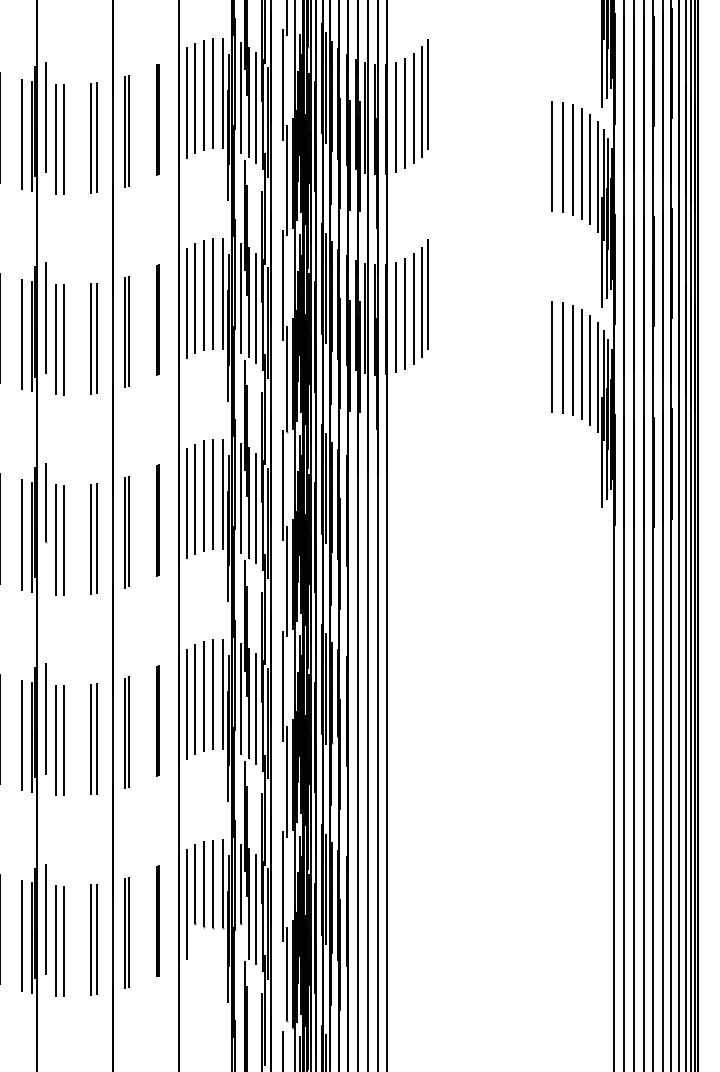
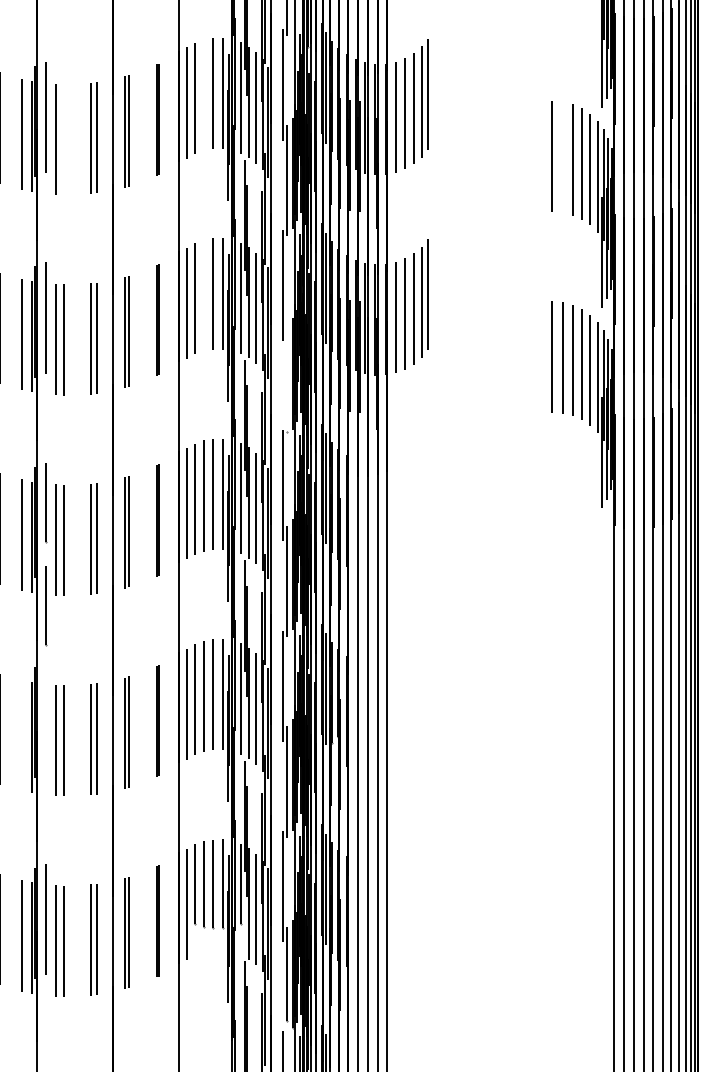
line at (204, 94): present -> none
line at (64, 139): present -> none
line at (562, 157): present -> none
line at (204, 295): present -> none
line at (286, 378): present -> none
line at (46, 606): none -> present
line at (45, 718): present -> none
line at (21, 735): present -> none
